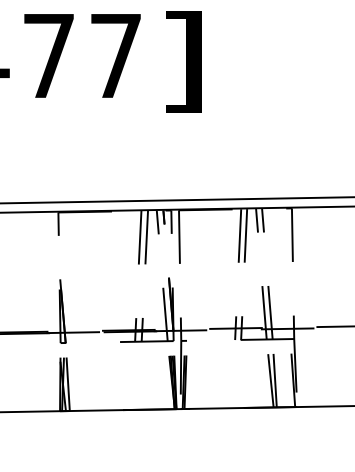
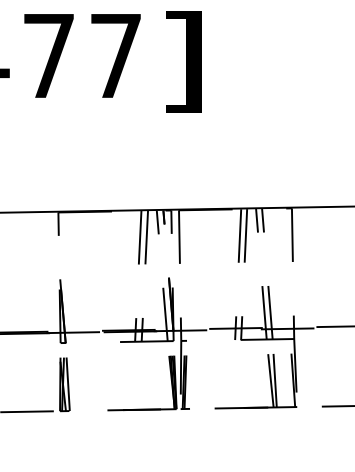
line at (176, 200): present -> none
line at (177, 409): solid -> dashed
